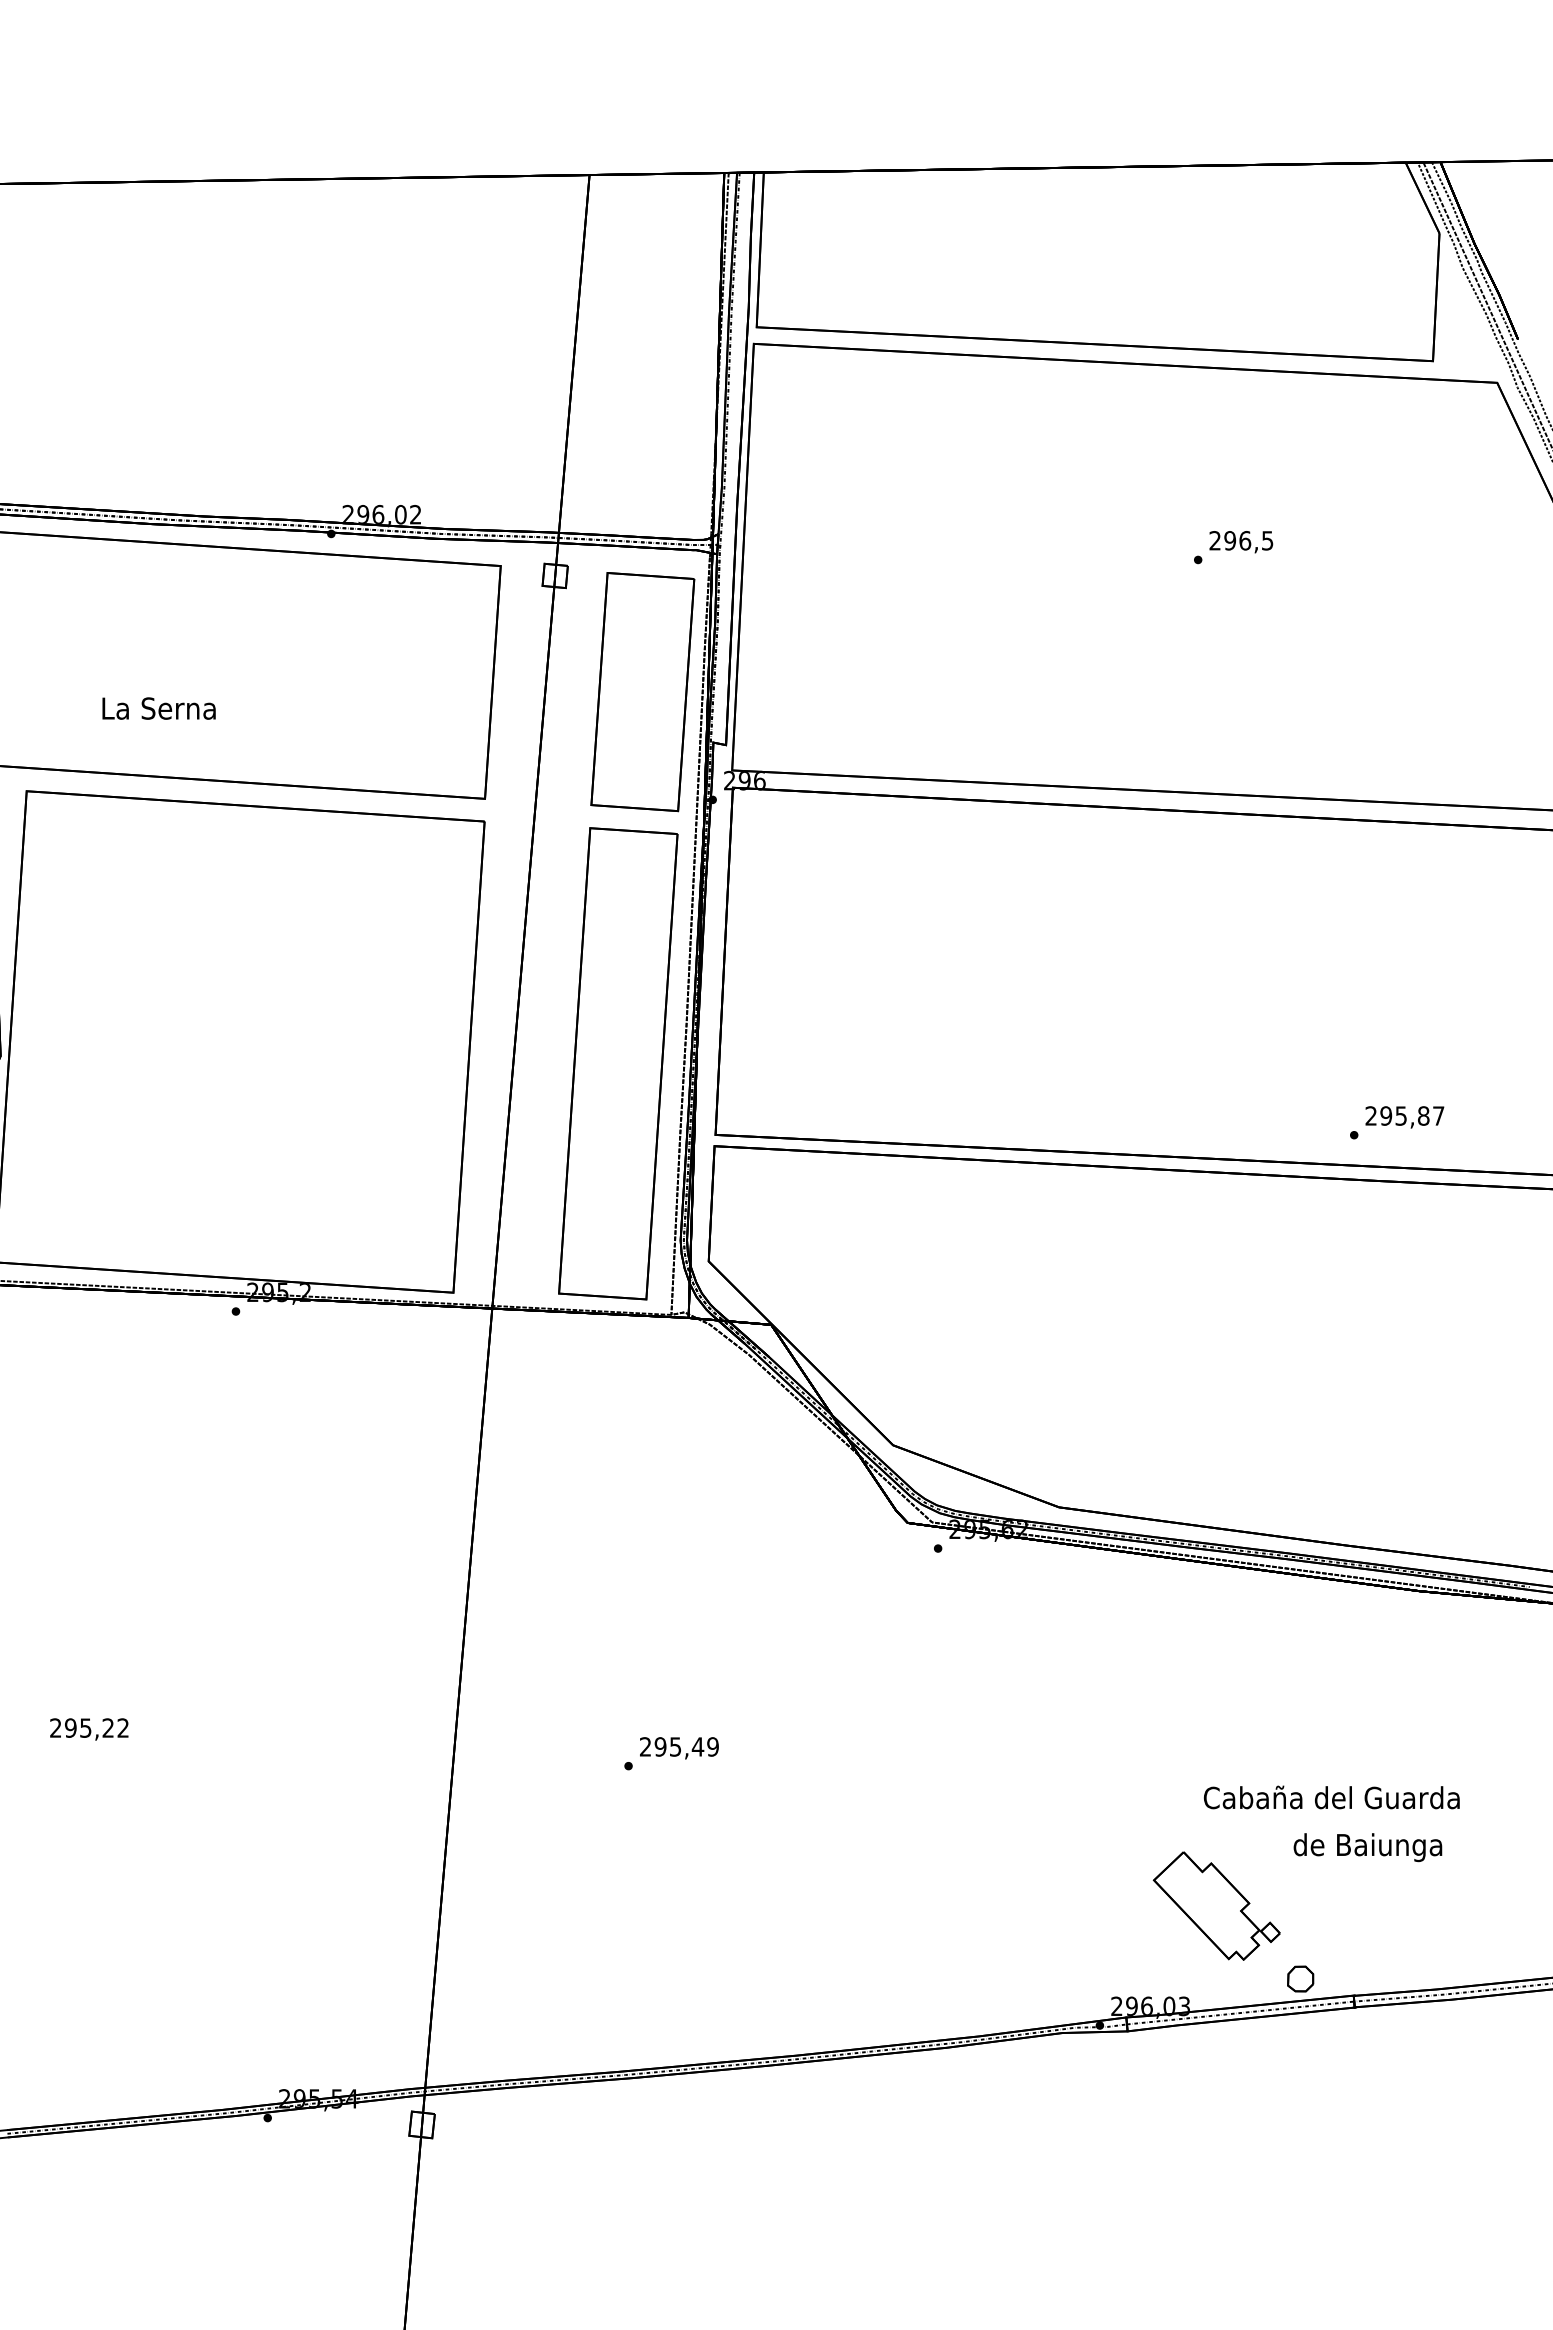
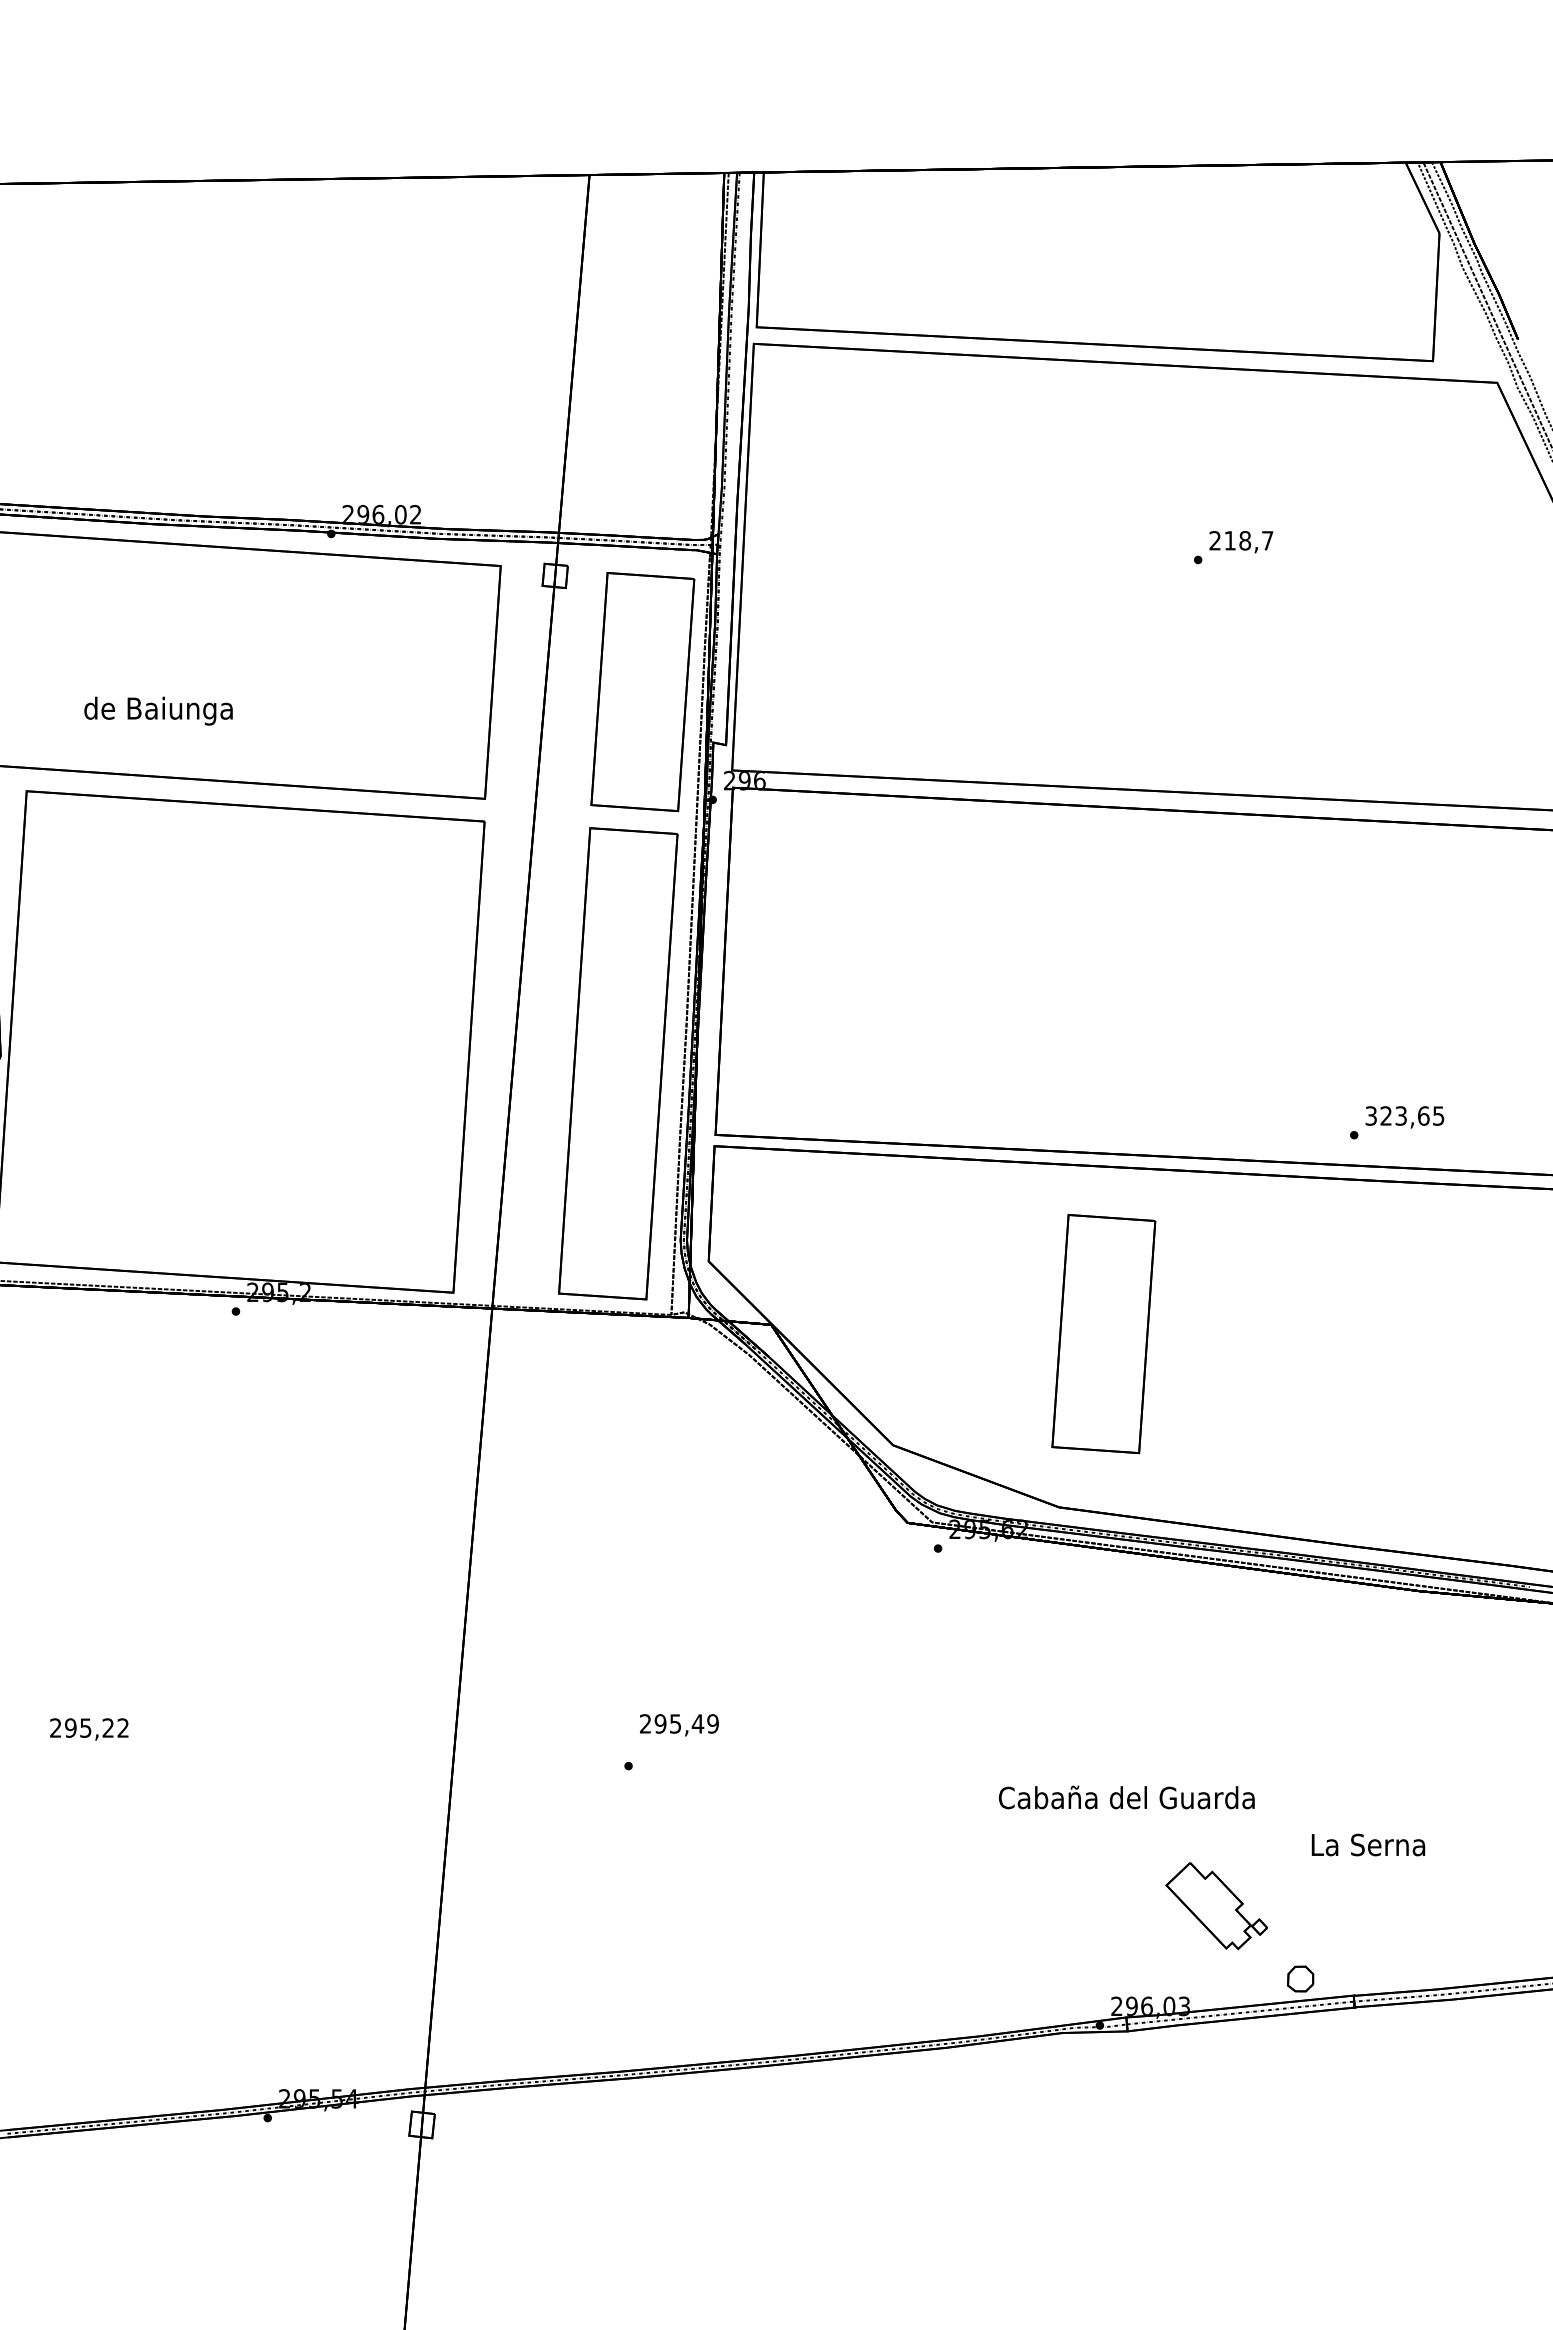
text at (1248, 540): 296,5 -> 218,7
text at (158, 710): La Serna -> de Baiunga
text at (1404, 1115): 295,87 -> 323,65
part at (1103, 1334): none -> present
text at (679, 1748) position: (679, 1748) -> (679, 1725)
text at (1331, 1797) position: (1331, 1797) -> (1126, 1797)
text at (1367, 1847): de Baiunga -> La Serna
part at (1216, 1905) size: 129x110 px -> 103x89 px
